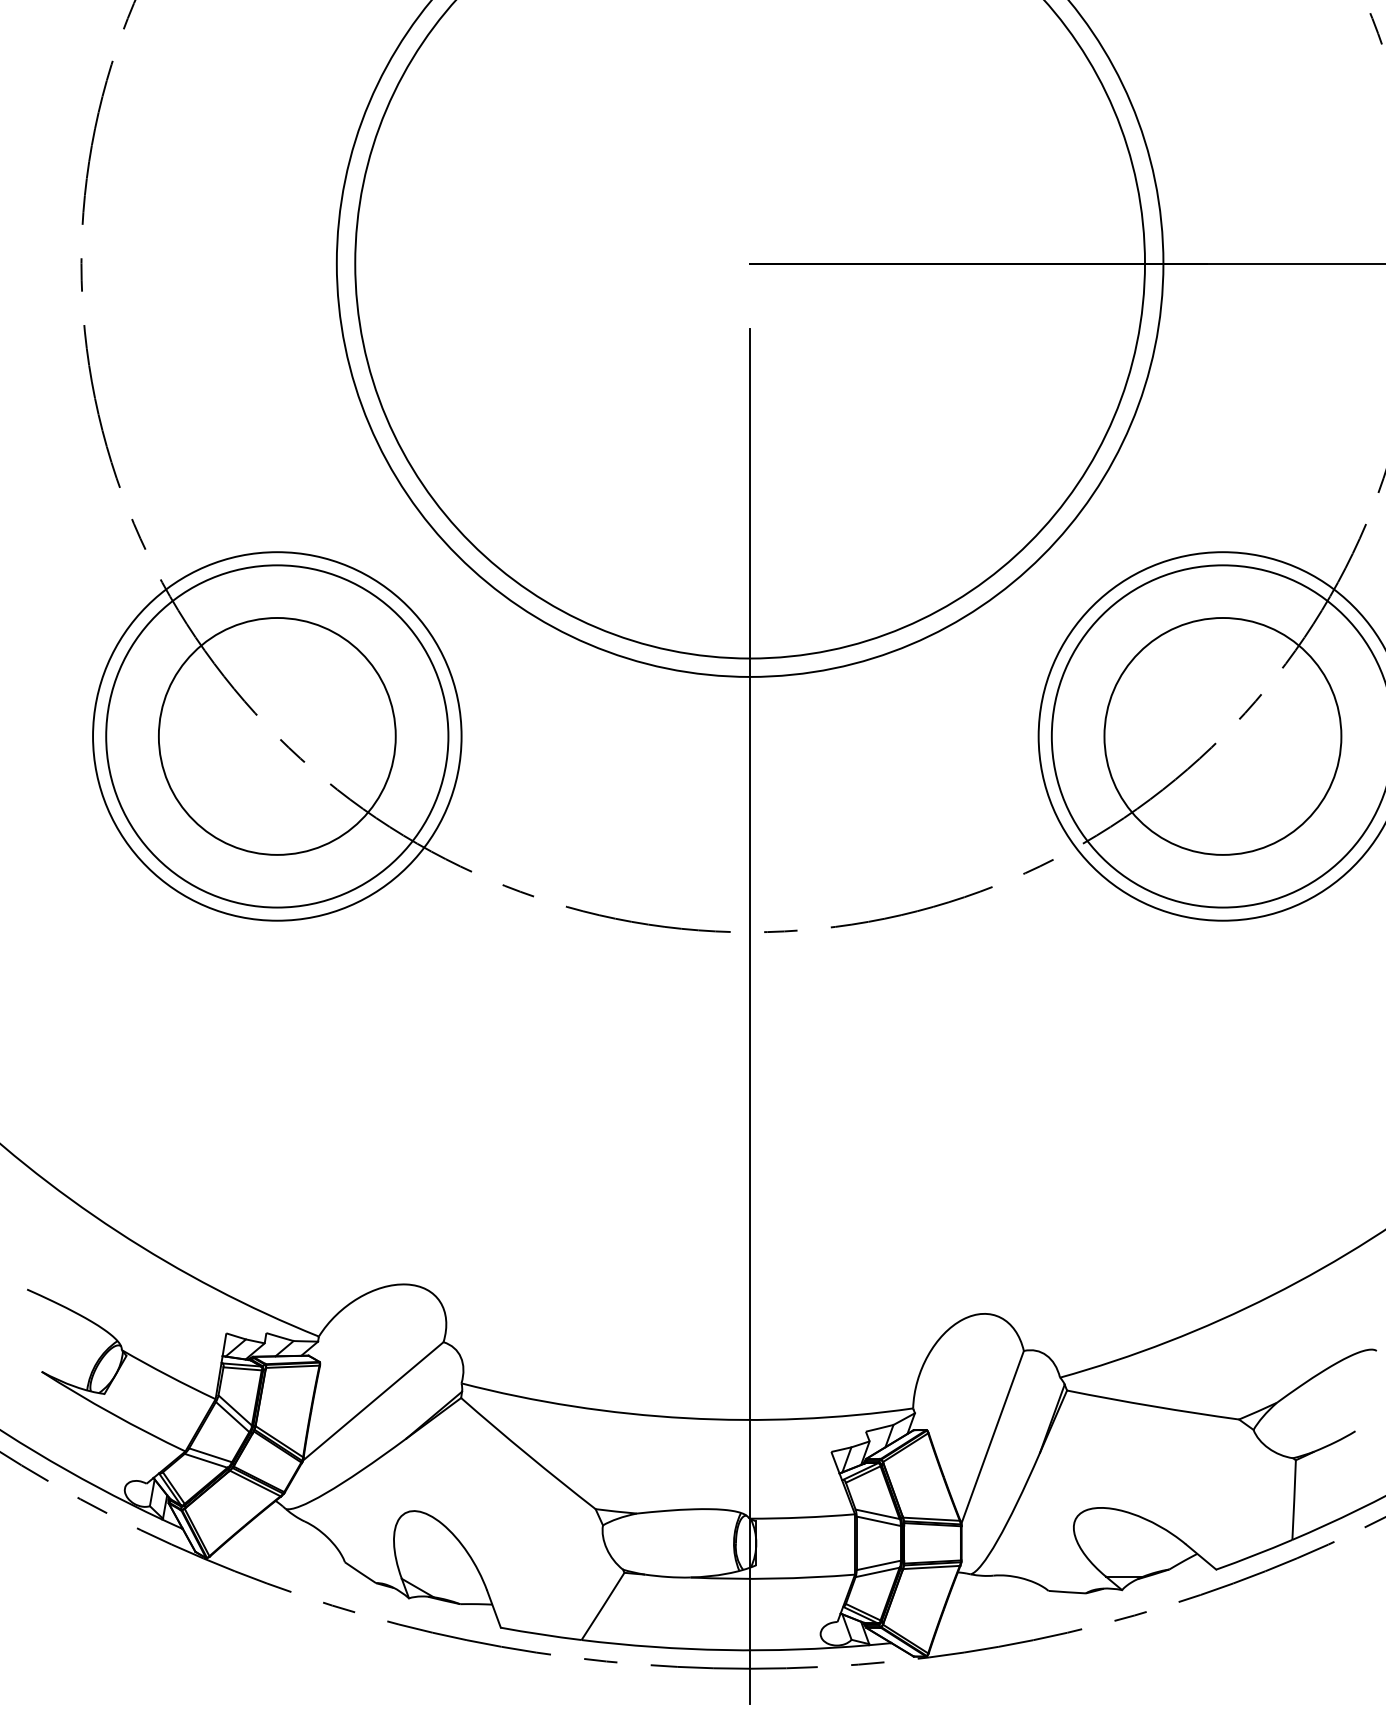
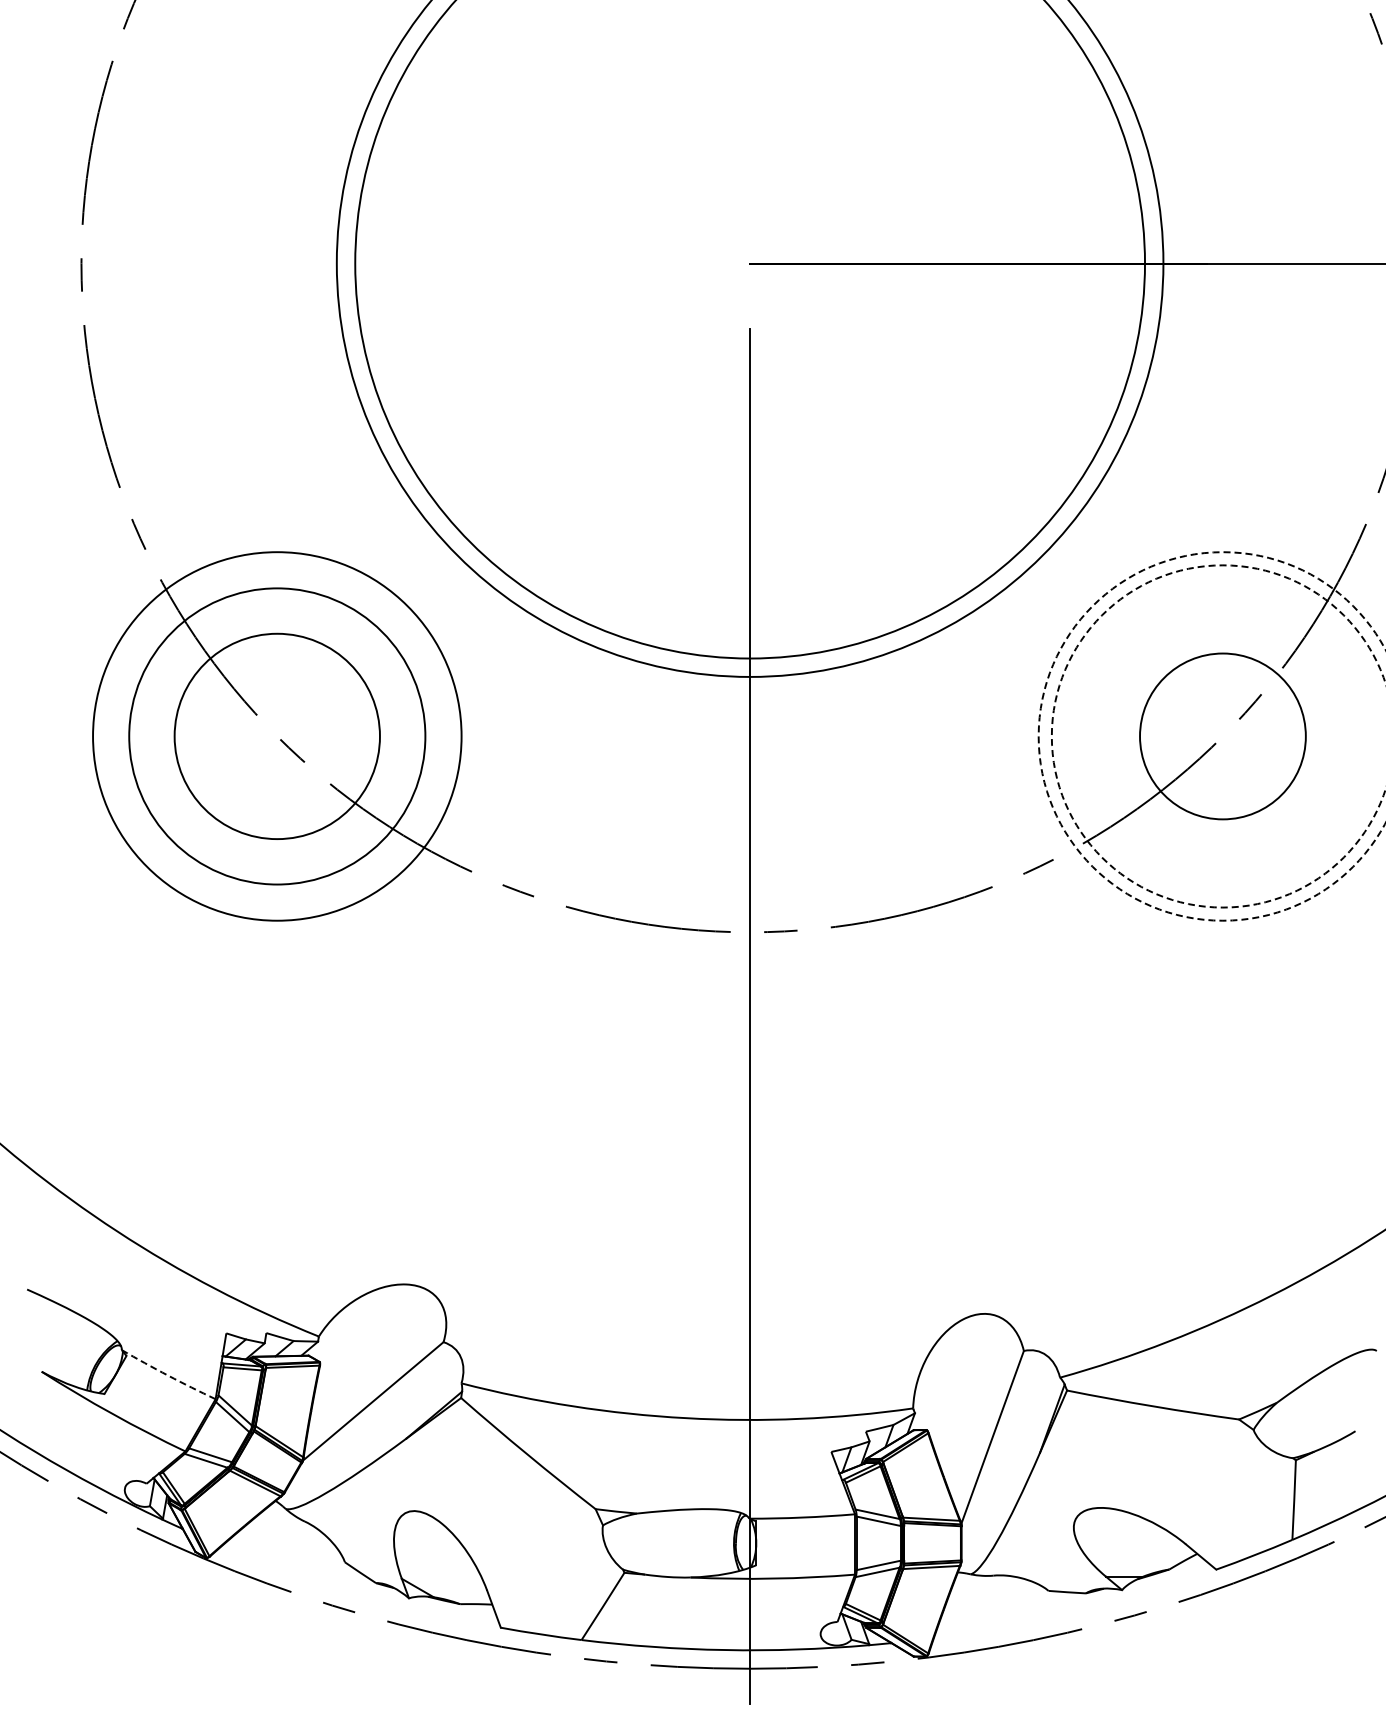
circle at (276, 736) diameter: 237 px -> 296 px
circle at (277, 736) diameter: 342 px -> 205 px
circle at (1211, 736): solid -> dashed
circle at (1218, 736): solid -> dashed
circle at (1222, 736) diameter: 237 px -> 166 px
arc at (168, 1375): solid -> dashed
